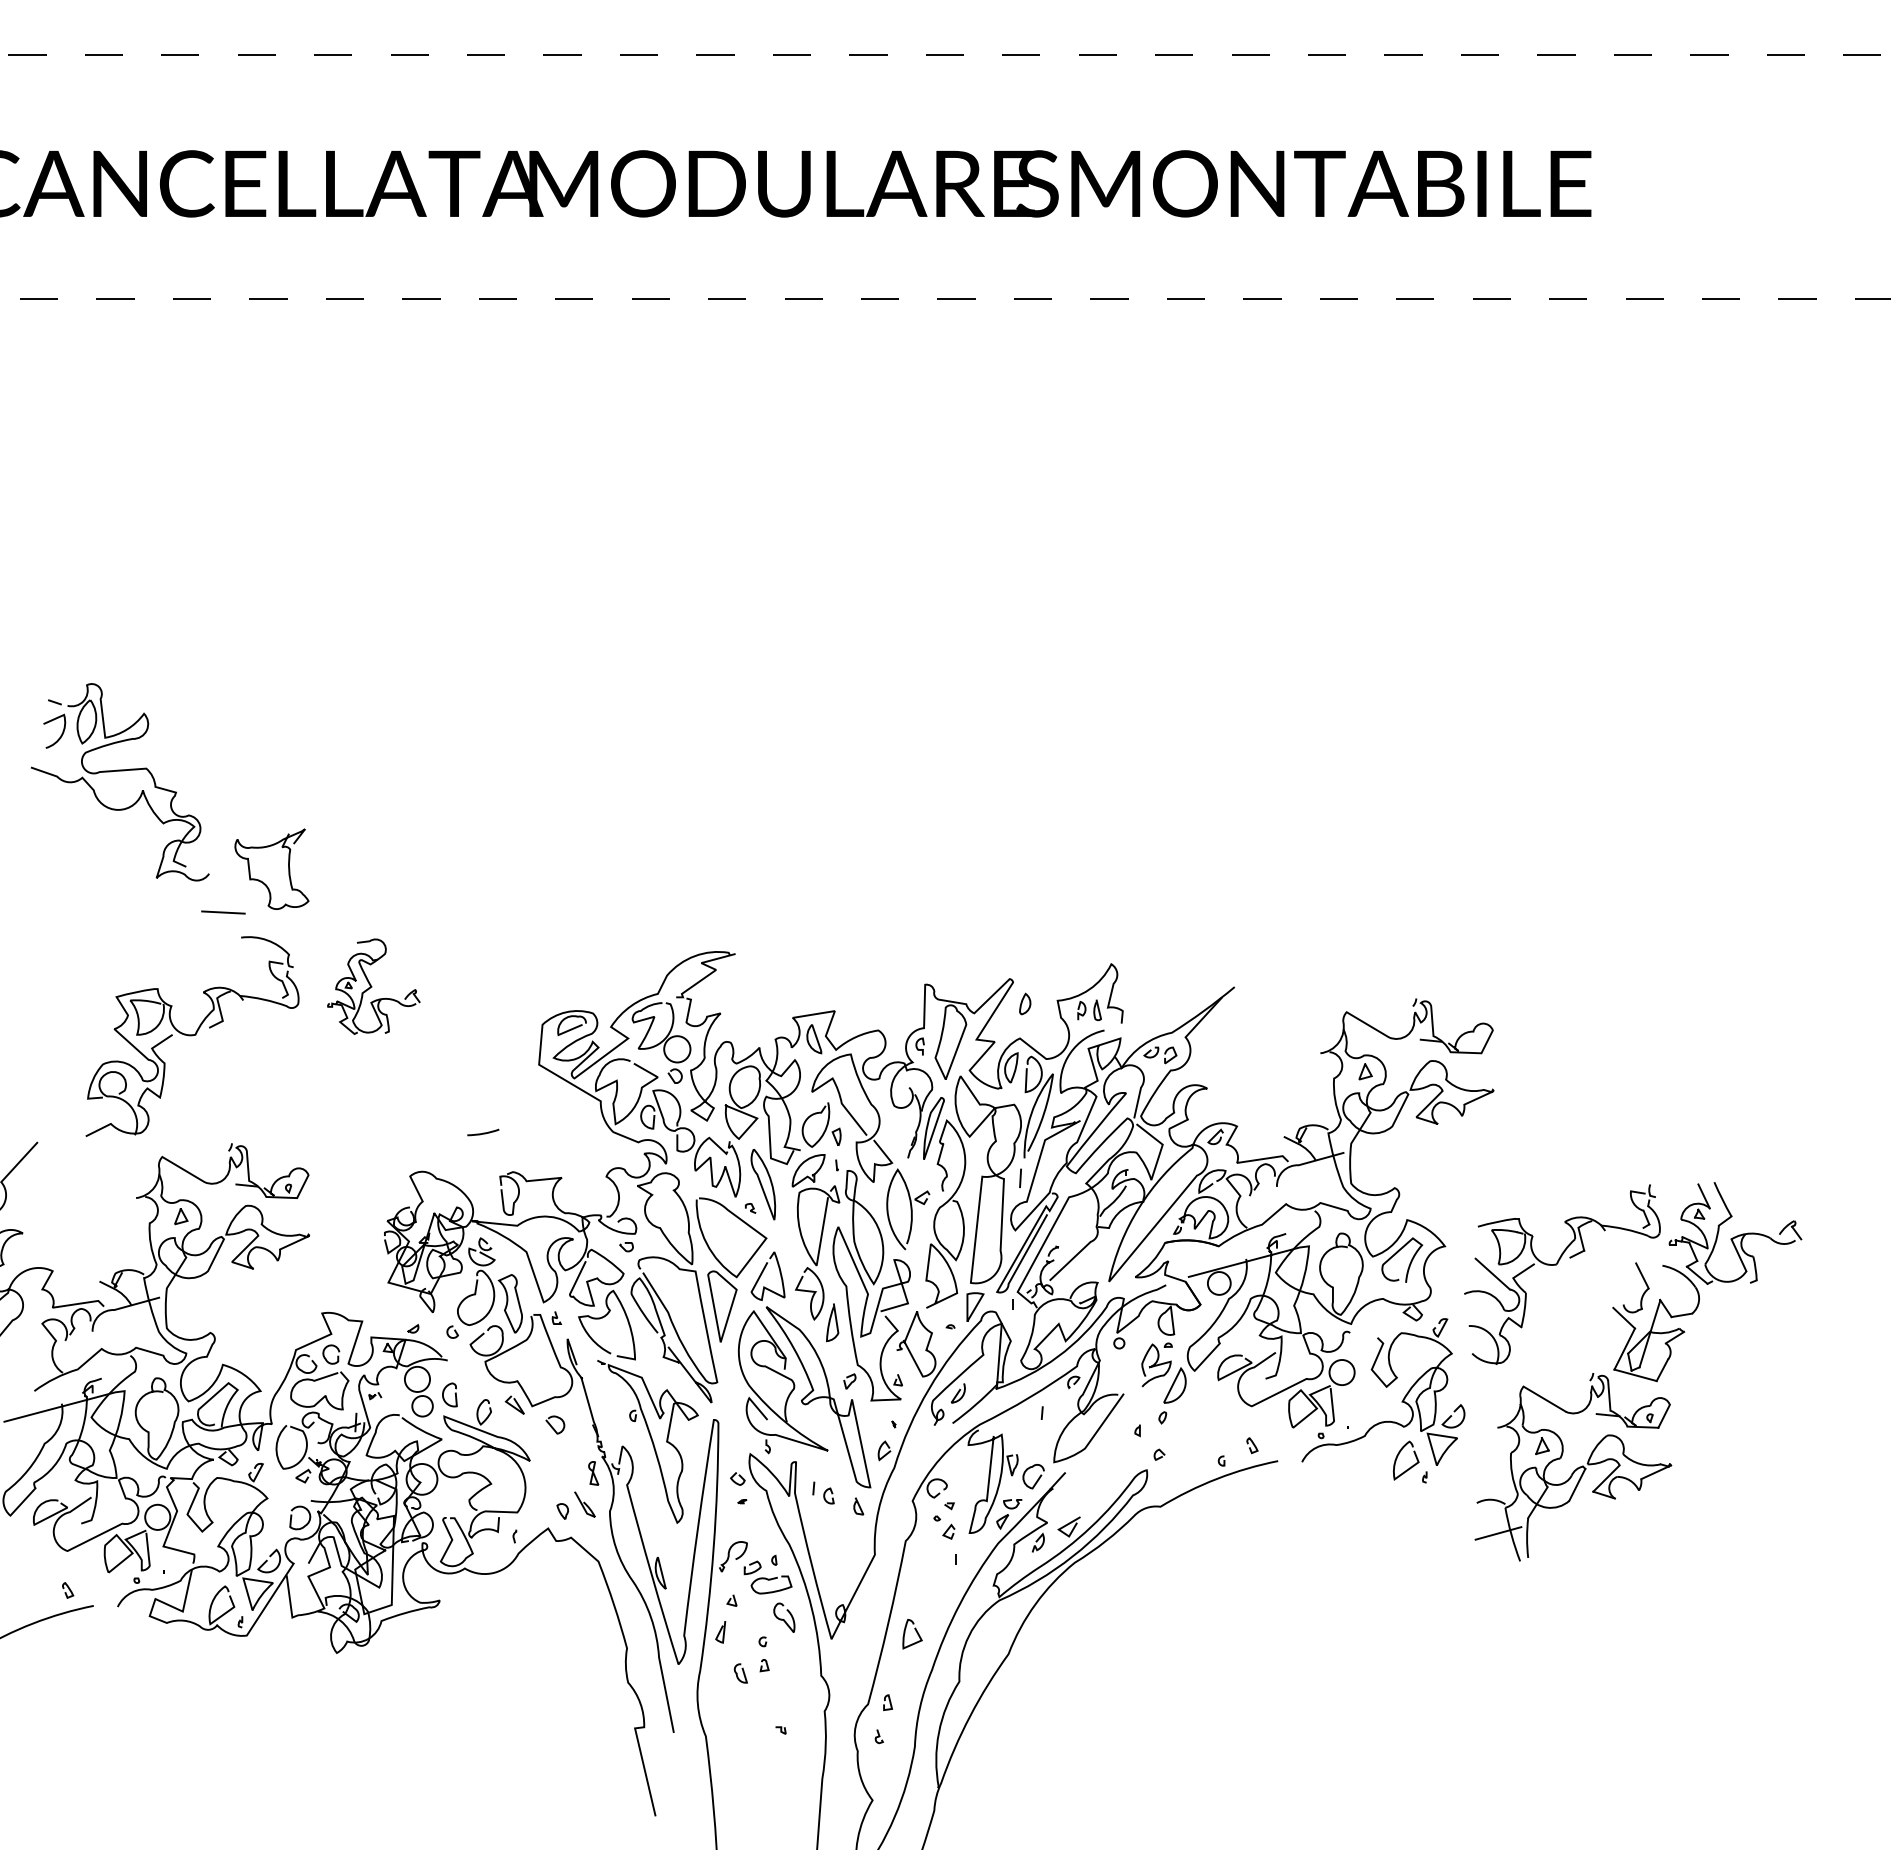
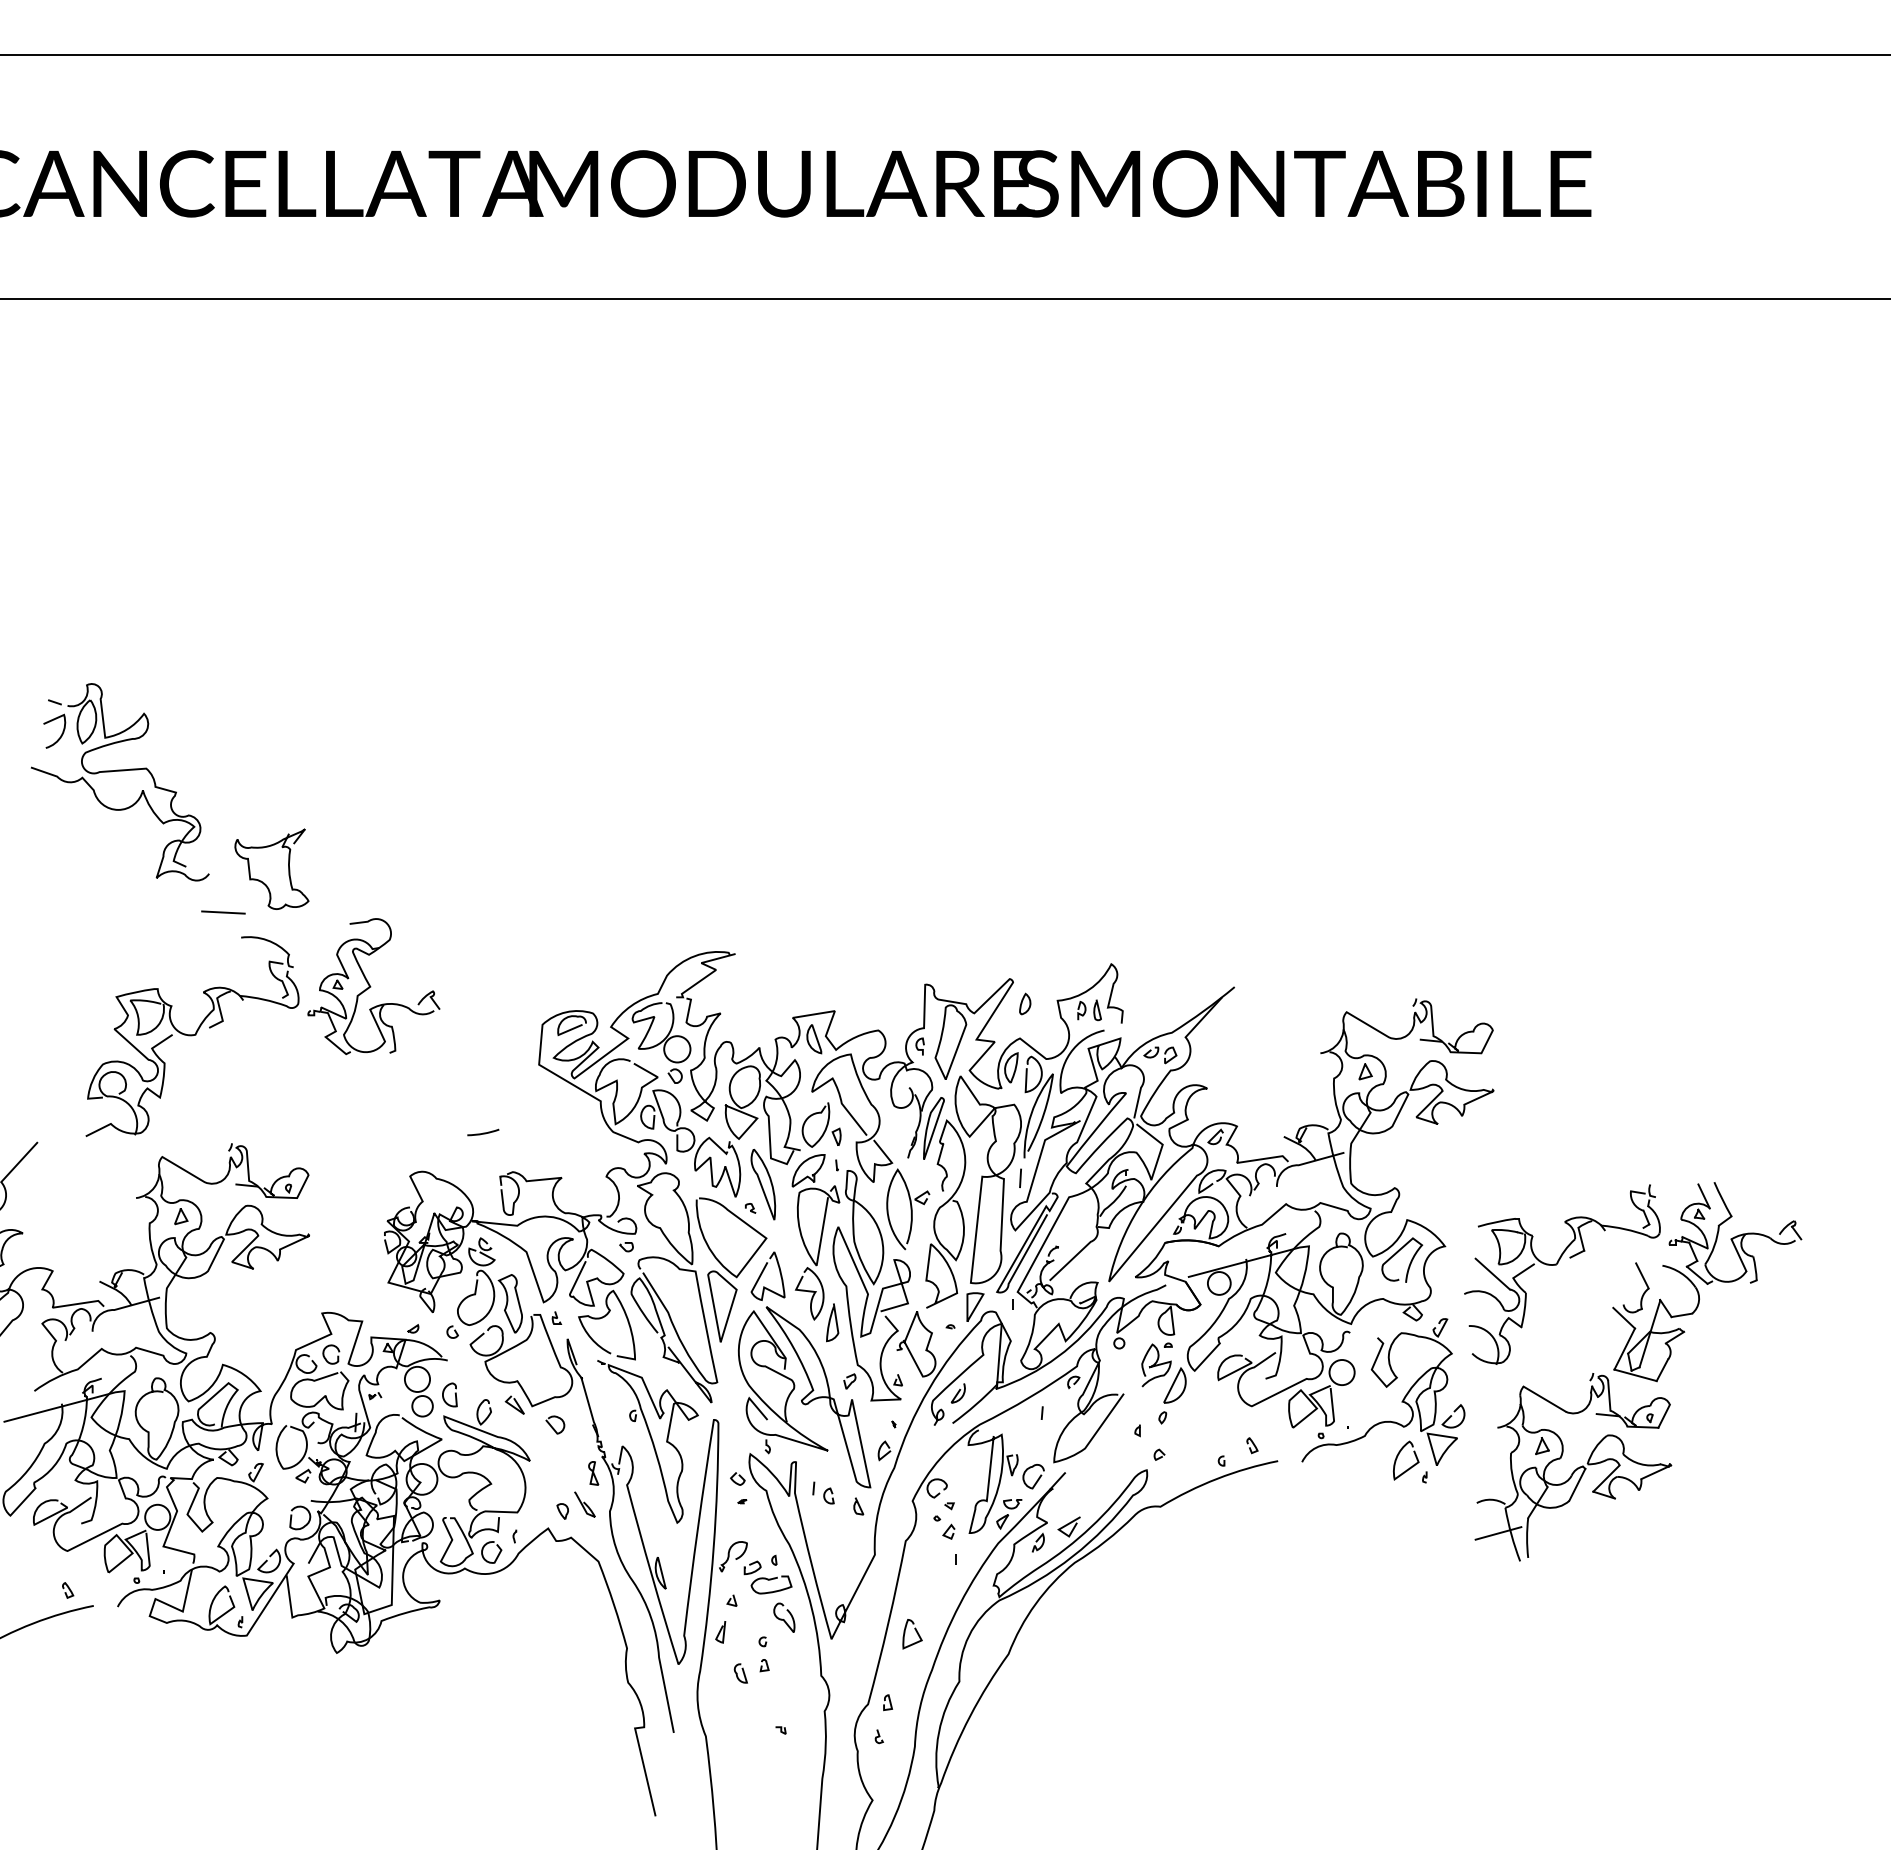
line at (945, 55): dashed -> solid
line at (945, 298): dashed -> solid
part at (373, 986) size: 94x97 px -> 134x138 px
curve at (496, 1556): none -> present
